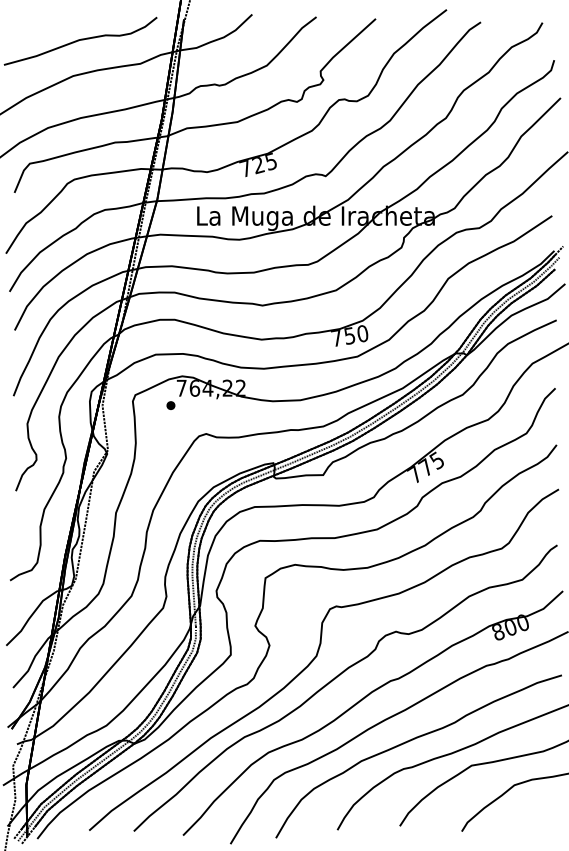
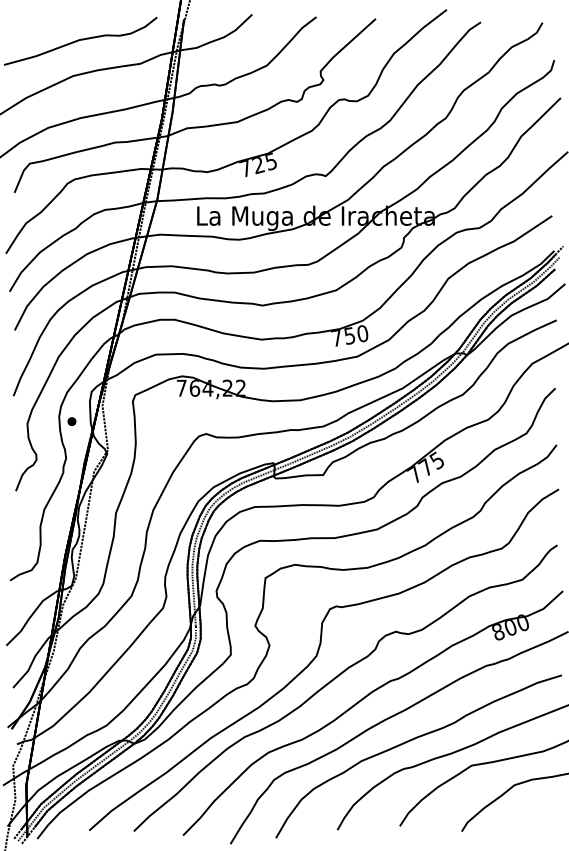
part at (170, 405) position: (170, 405) -> (71, 421)
